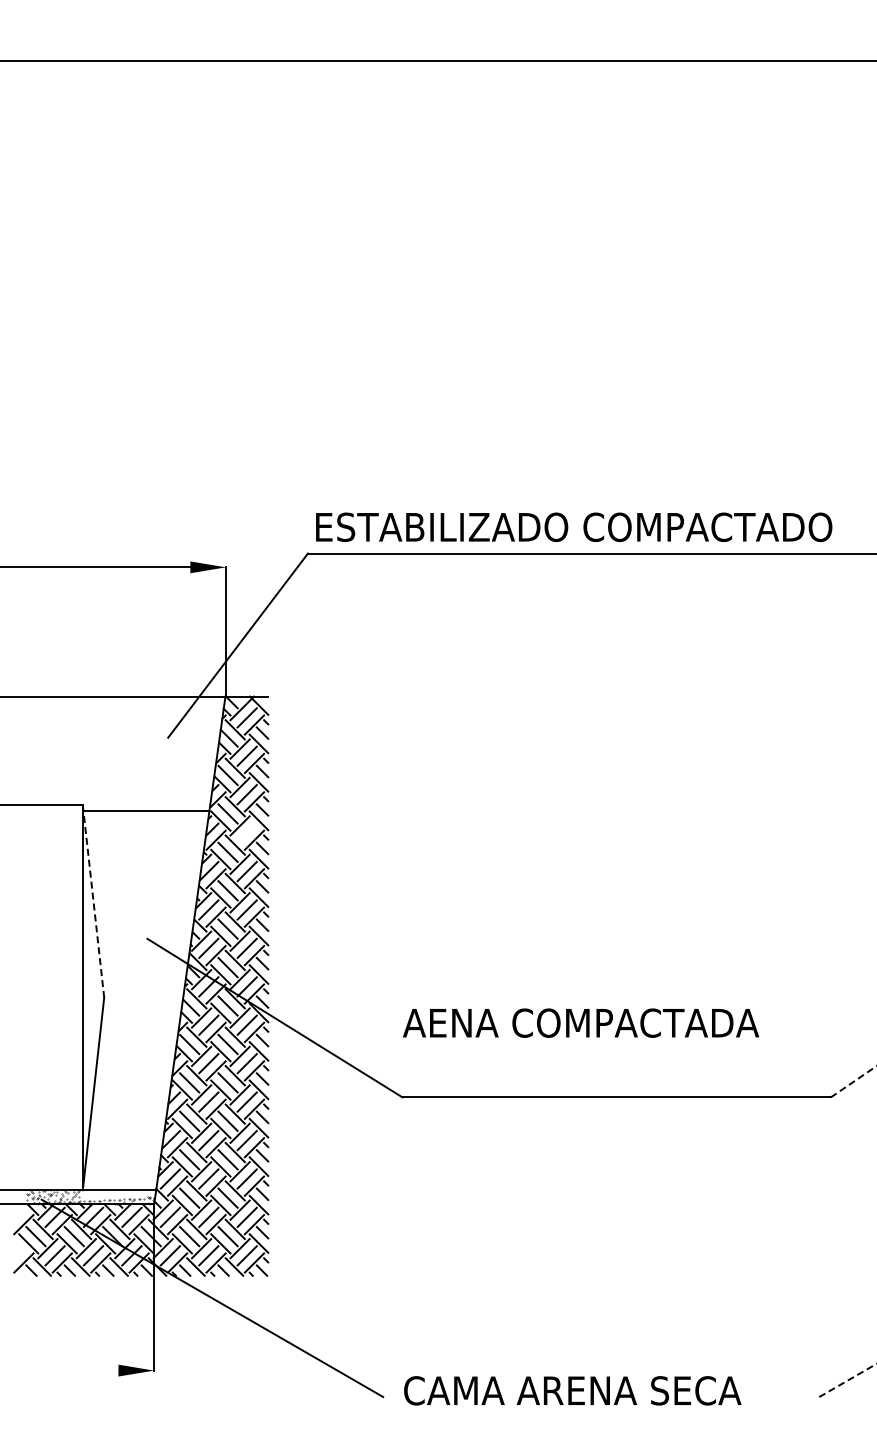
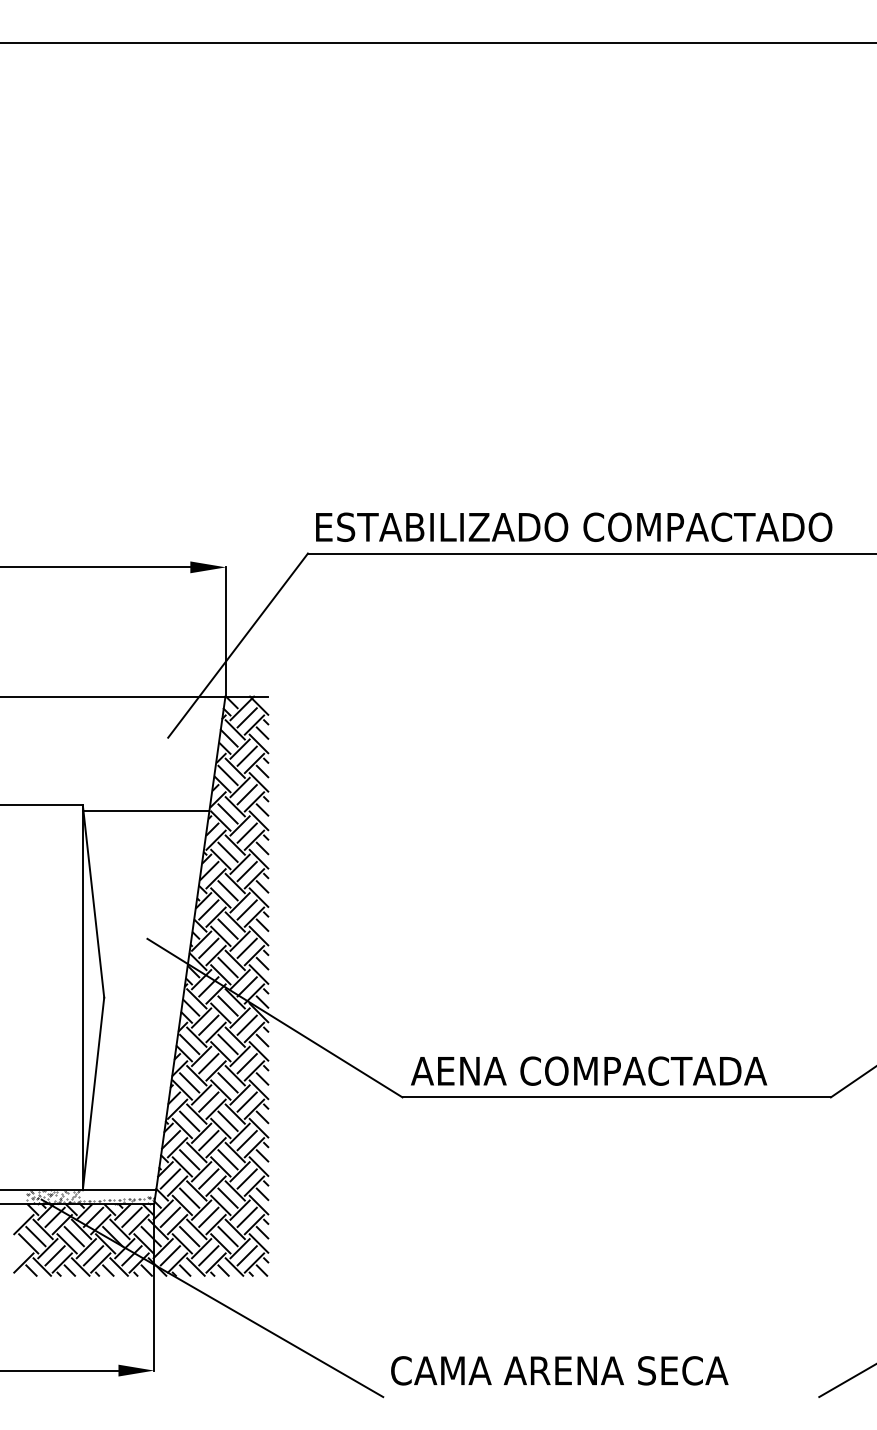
line at (437, 60) position: (437, 60) -> (437, 42)
line at (246, 832): none -> present
line at (93, 901): dashed -> solid
text at (581, 1022) position: (581, 1022) -> (589, 1070)
line at (853, 1081): dashed -> solid
line at (60, 1370): none -> present
line at (847, 1380): dashed -> solid
text at (572, 1390) position: (572, 1390) -> (559, 1370)
